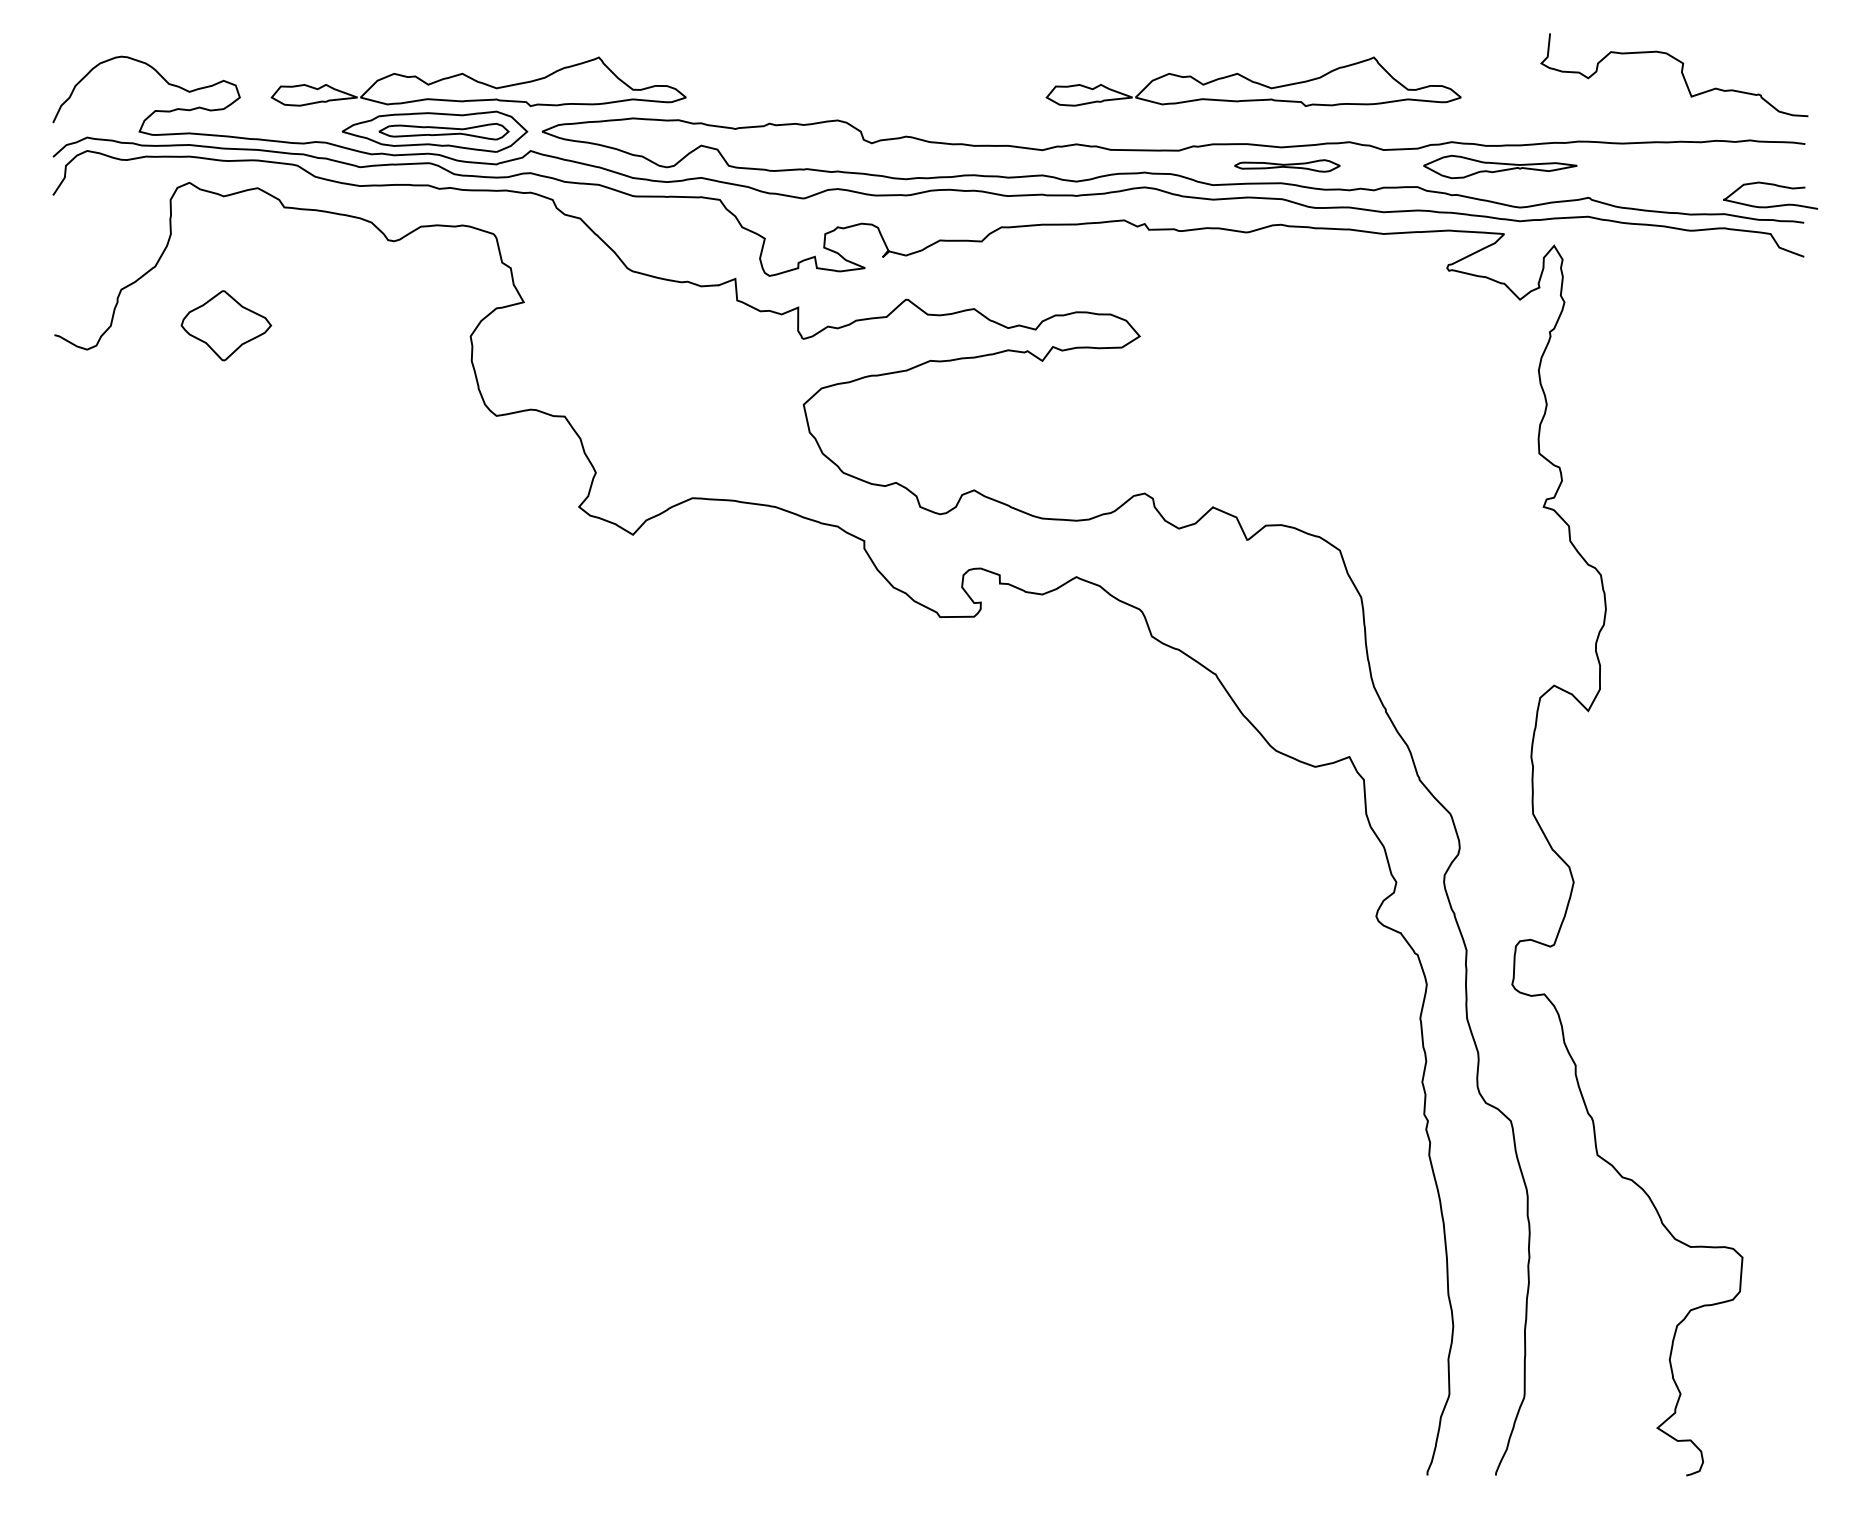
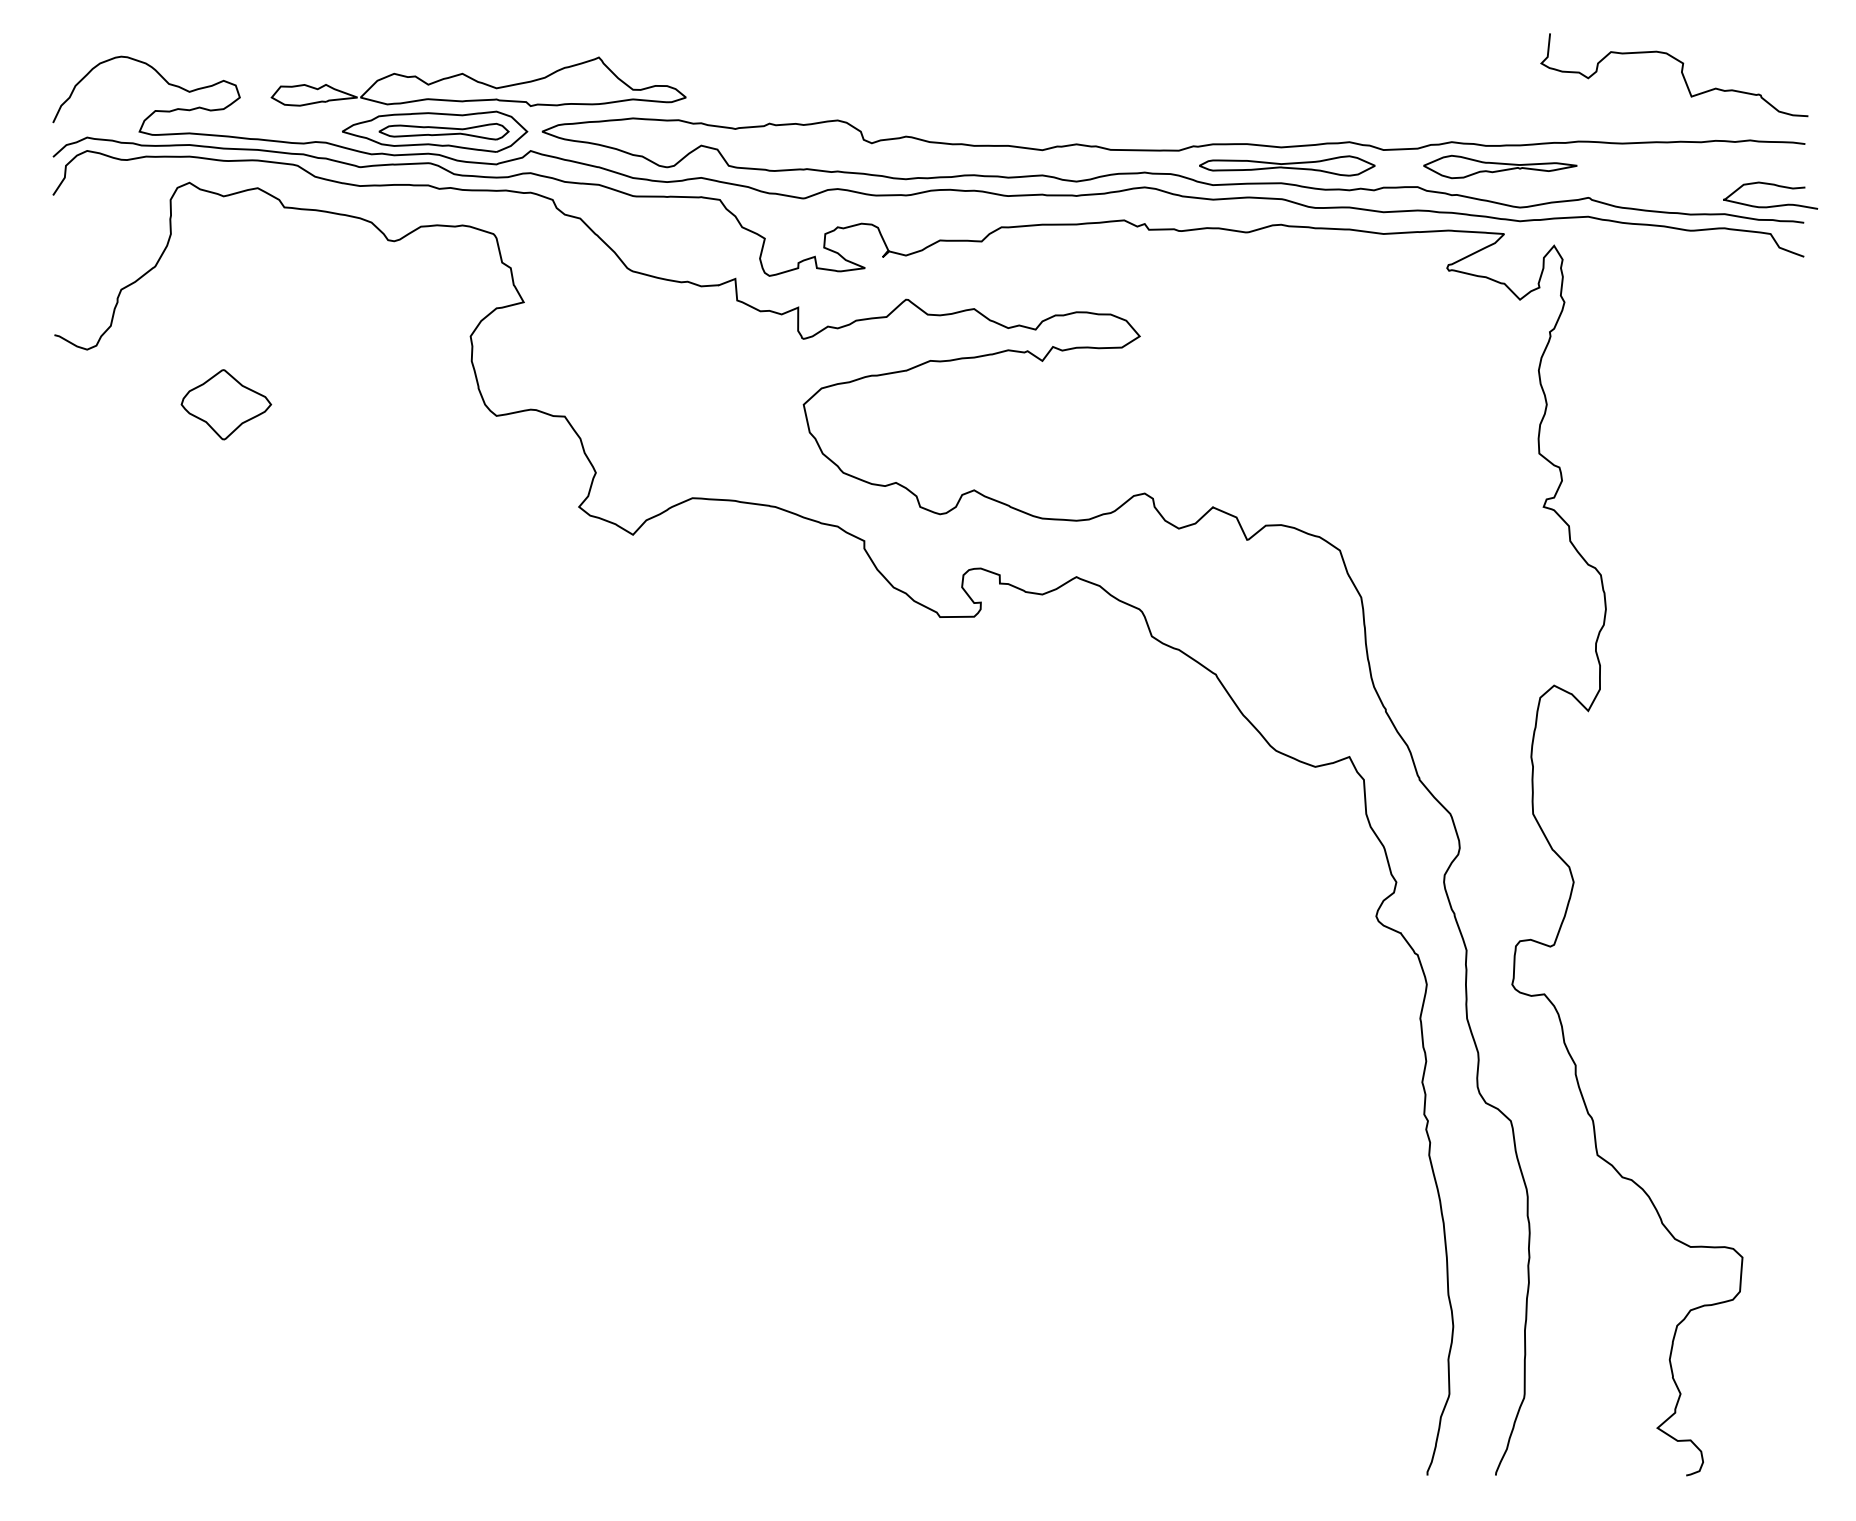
part at (1253, 81): present -> none
part at (1287, 165) size: 107x14 px -> 177x22 px
part at (226, 325) position: (226, 325) -> (226, 404)
